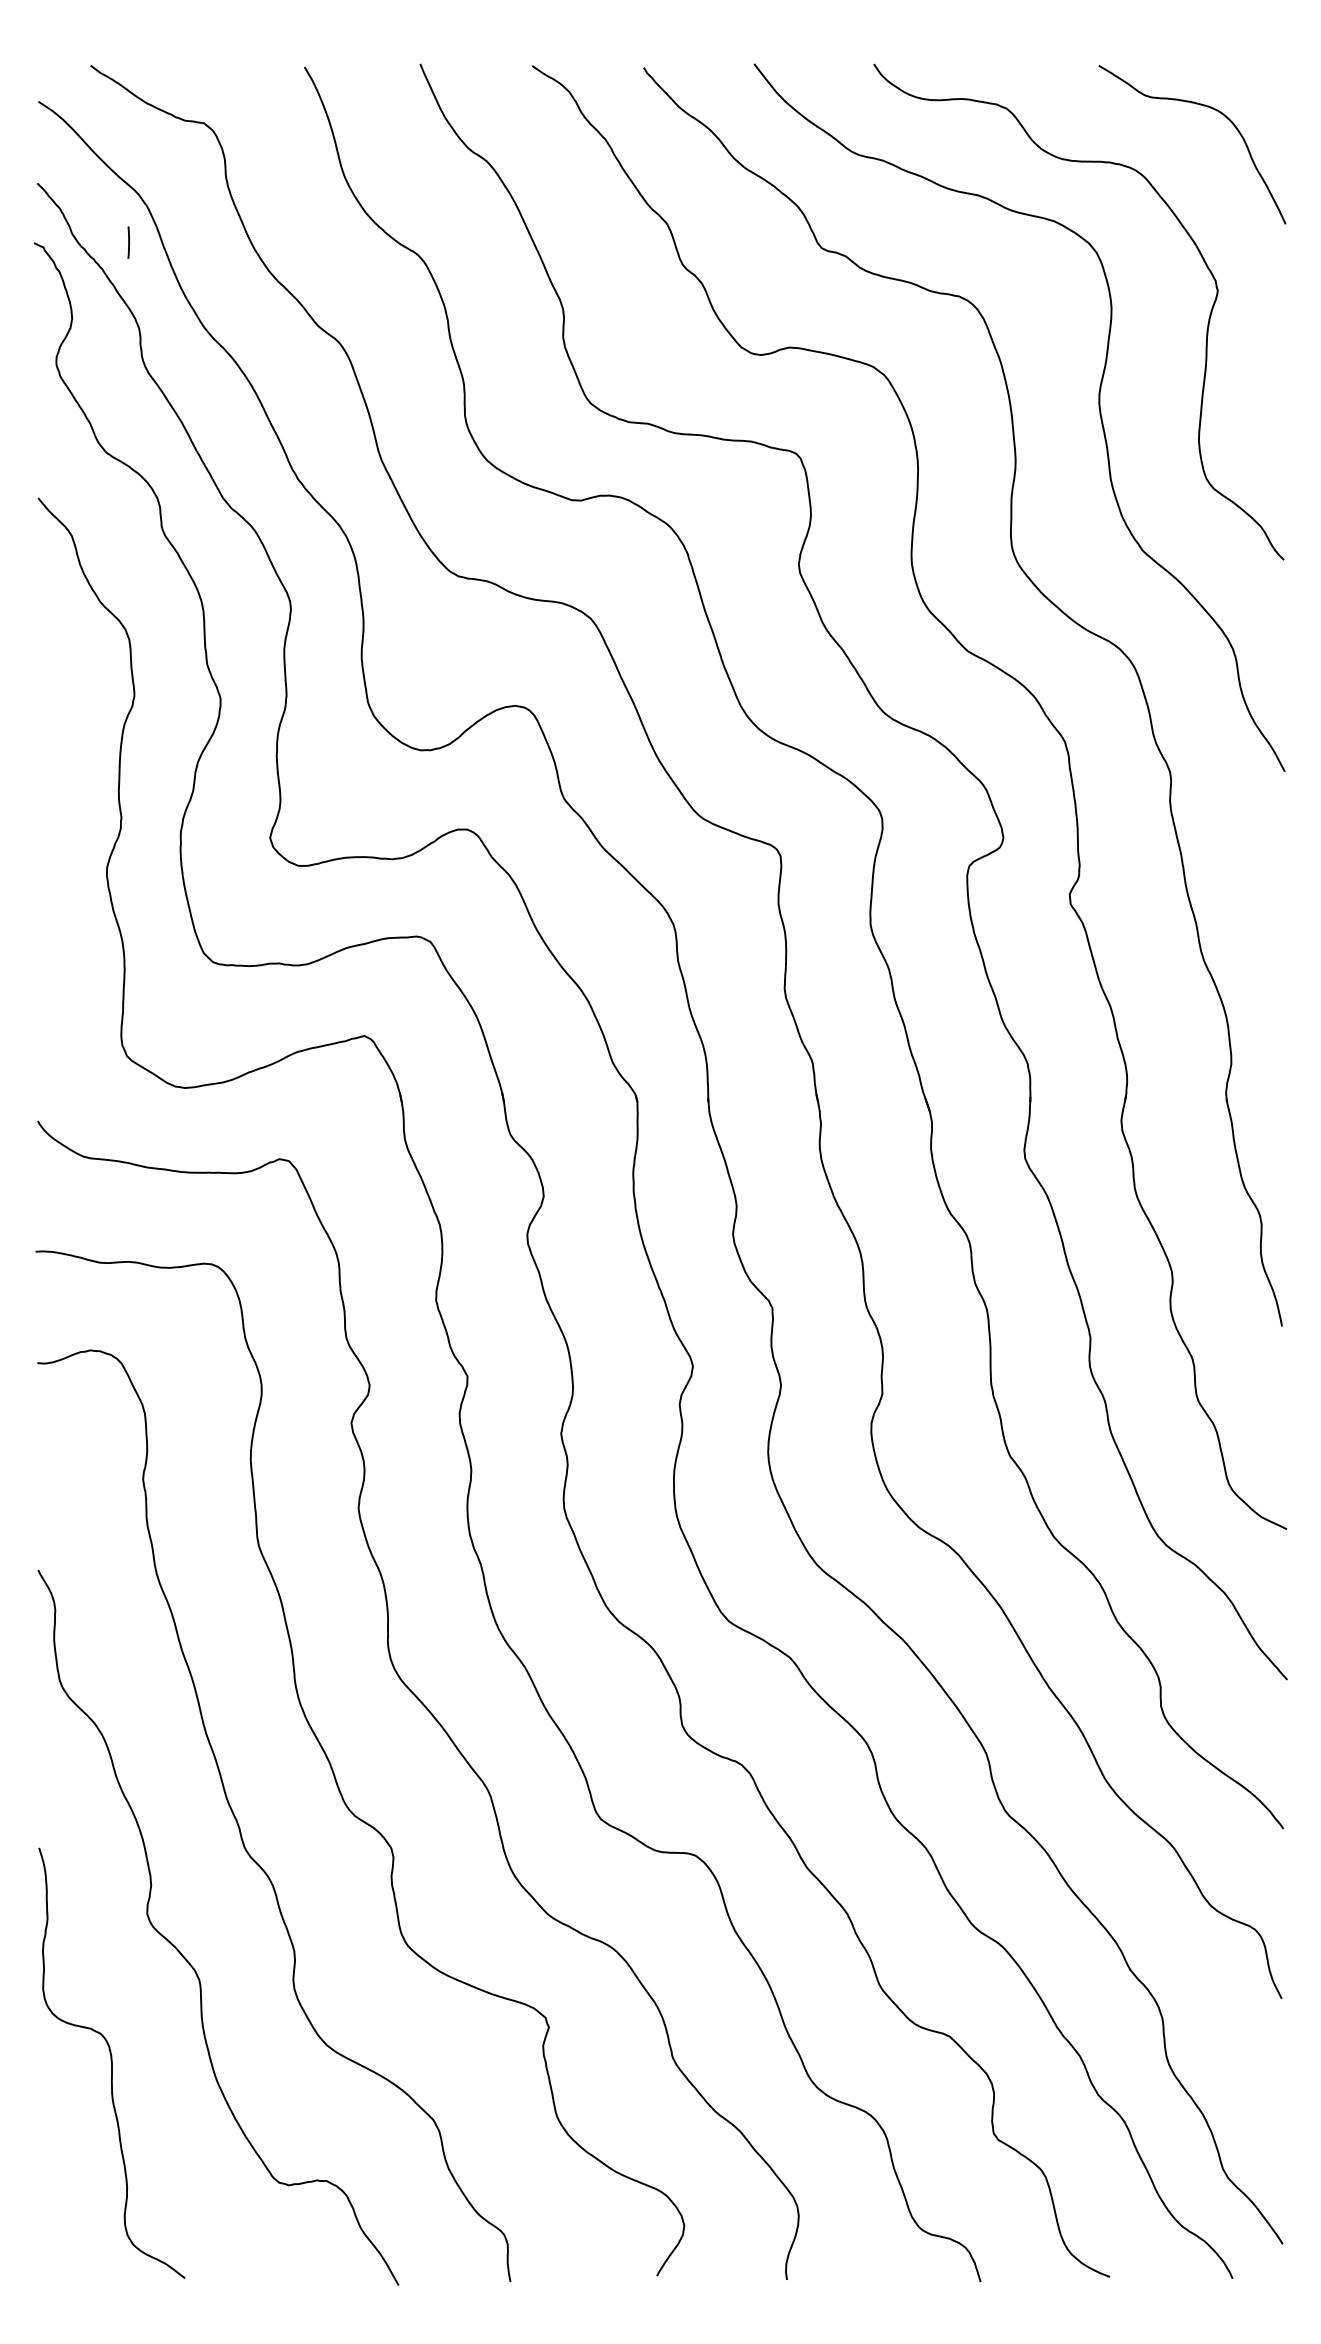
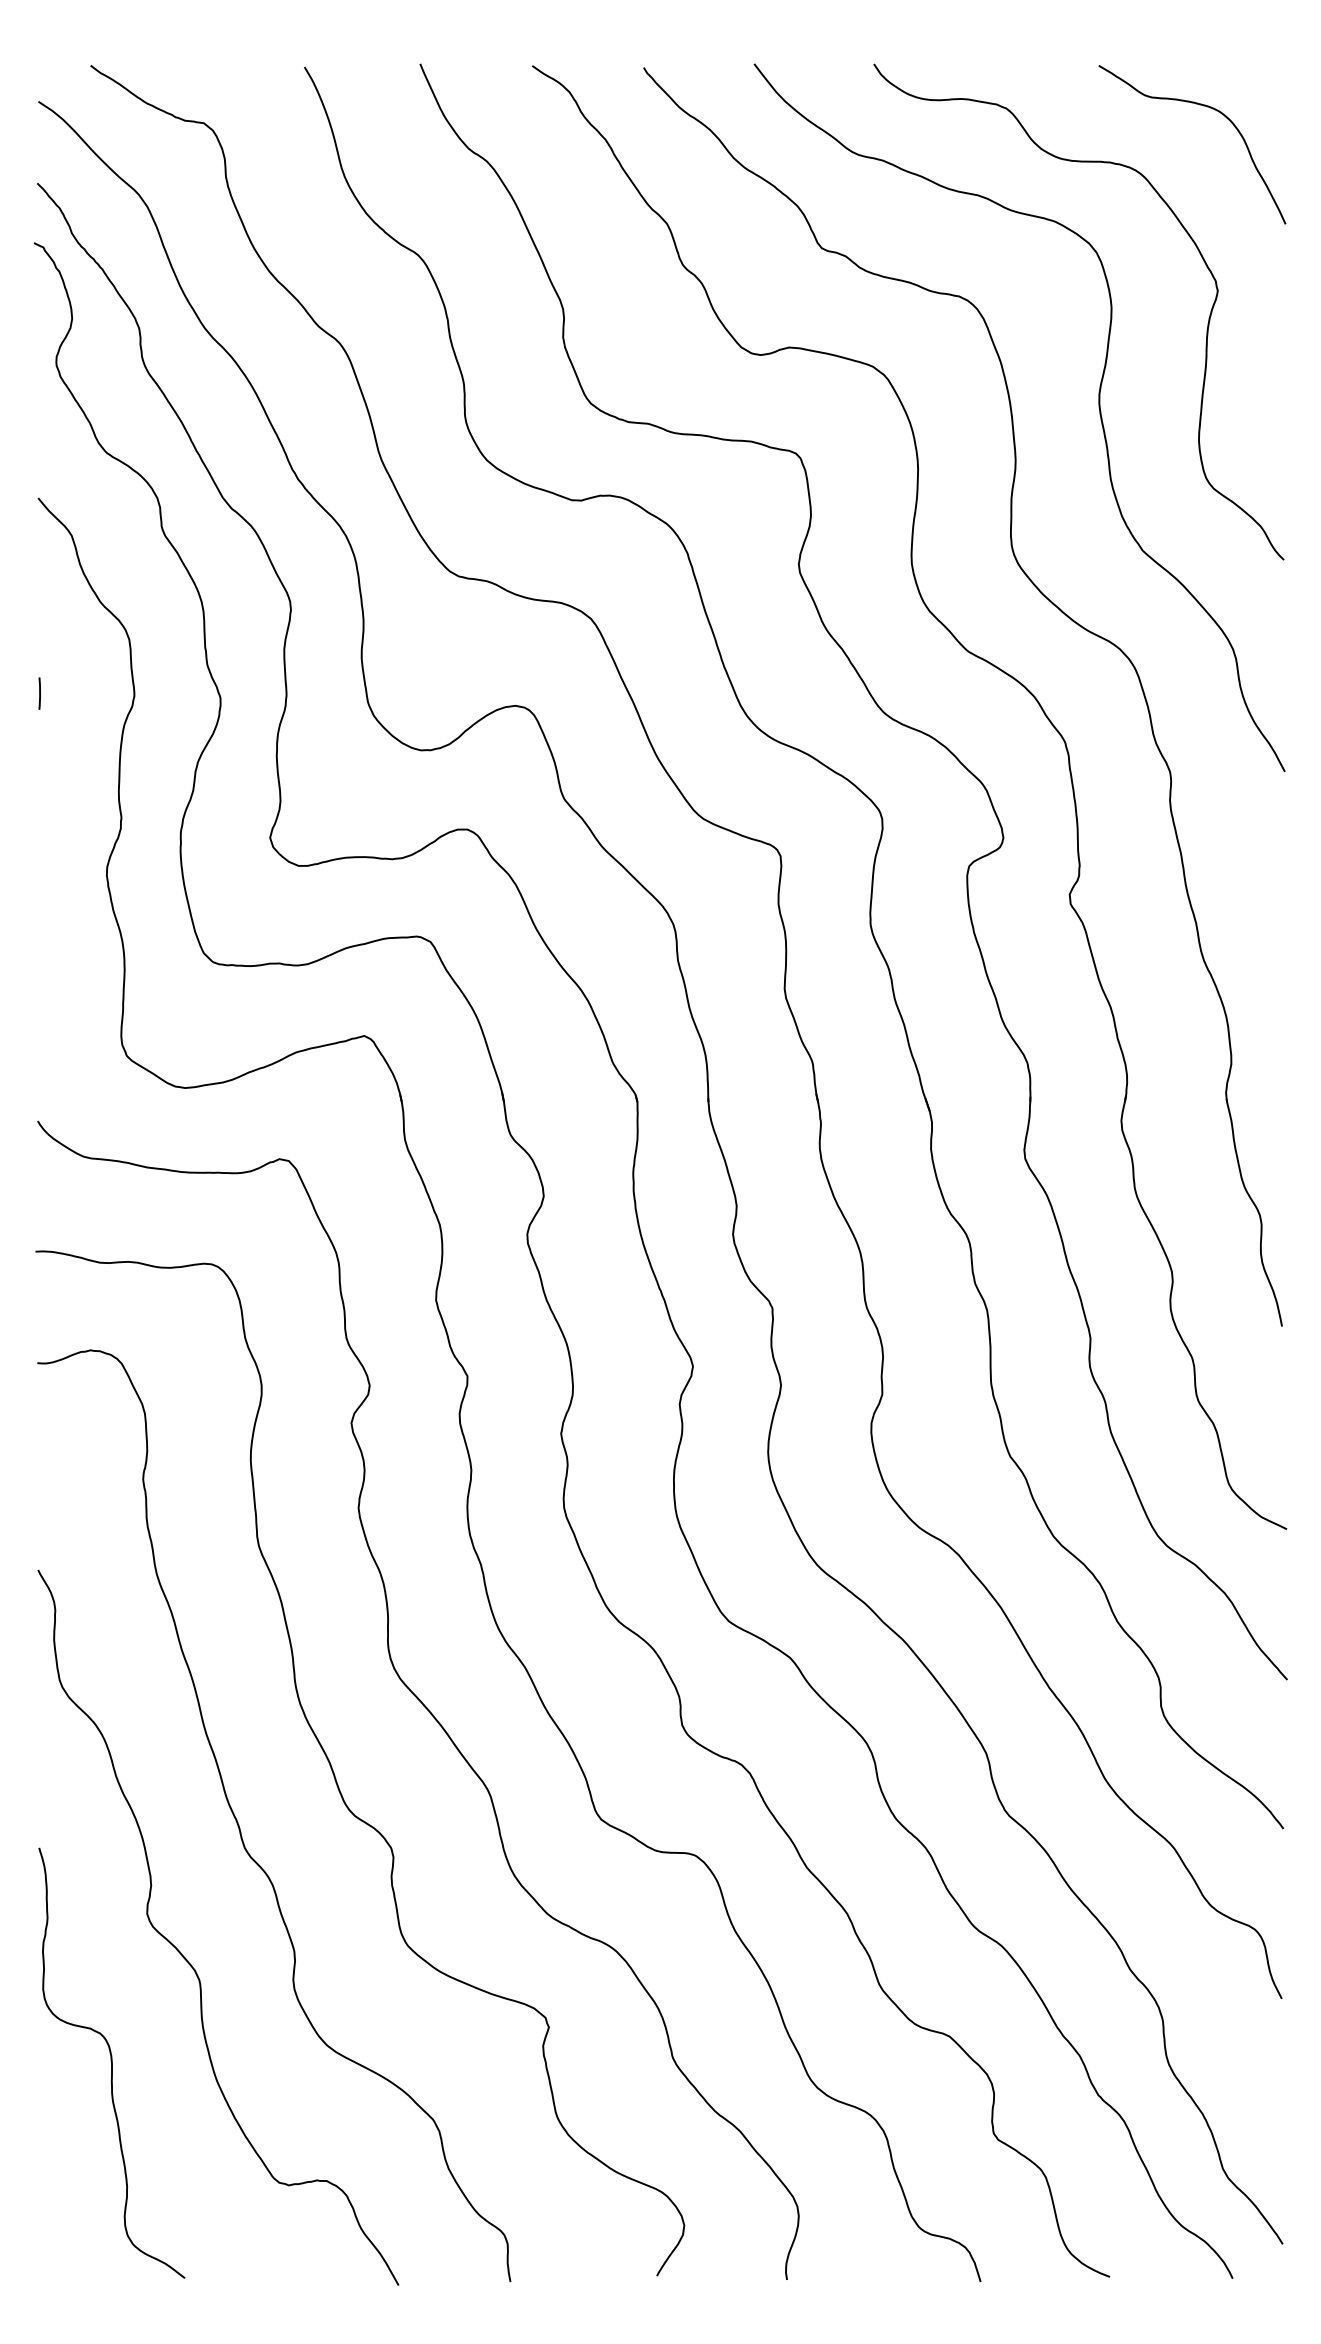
line at (128, 242) position: (128, 242) -> (39, 693)
